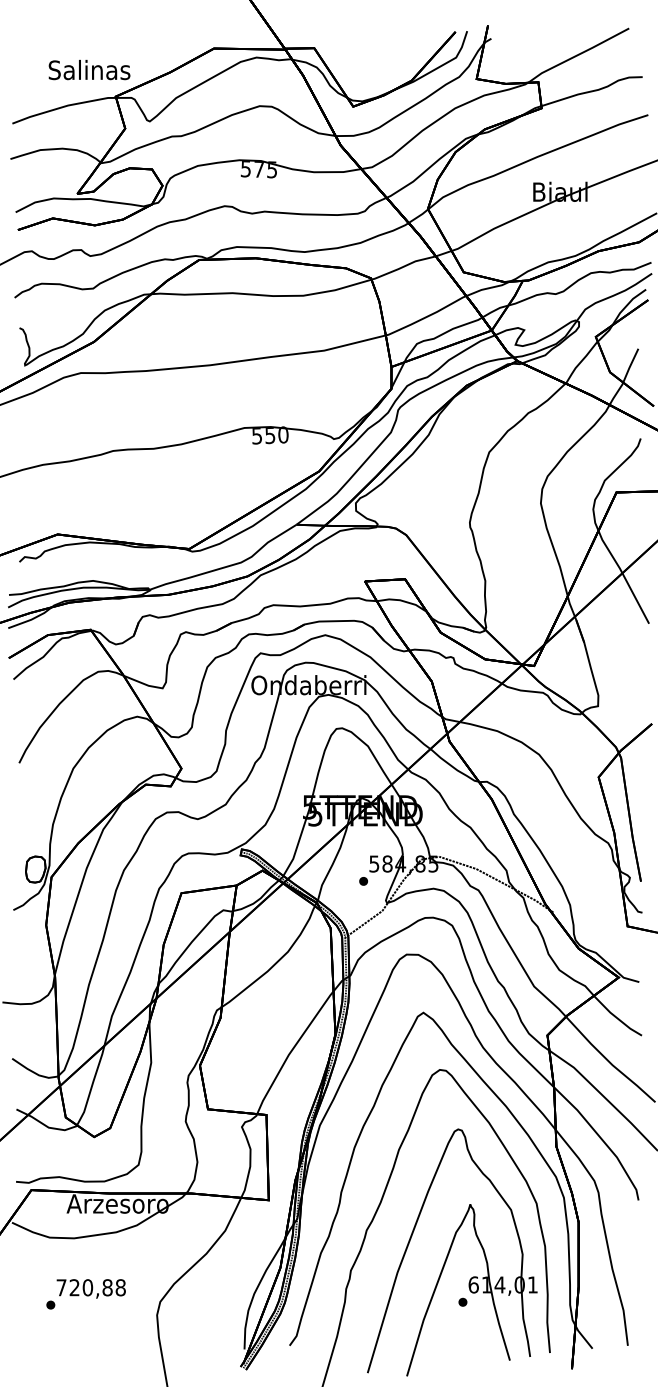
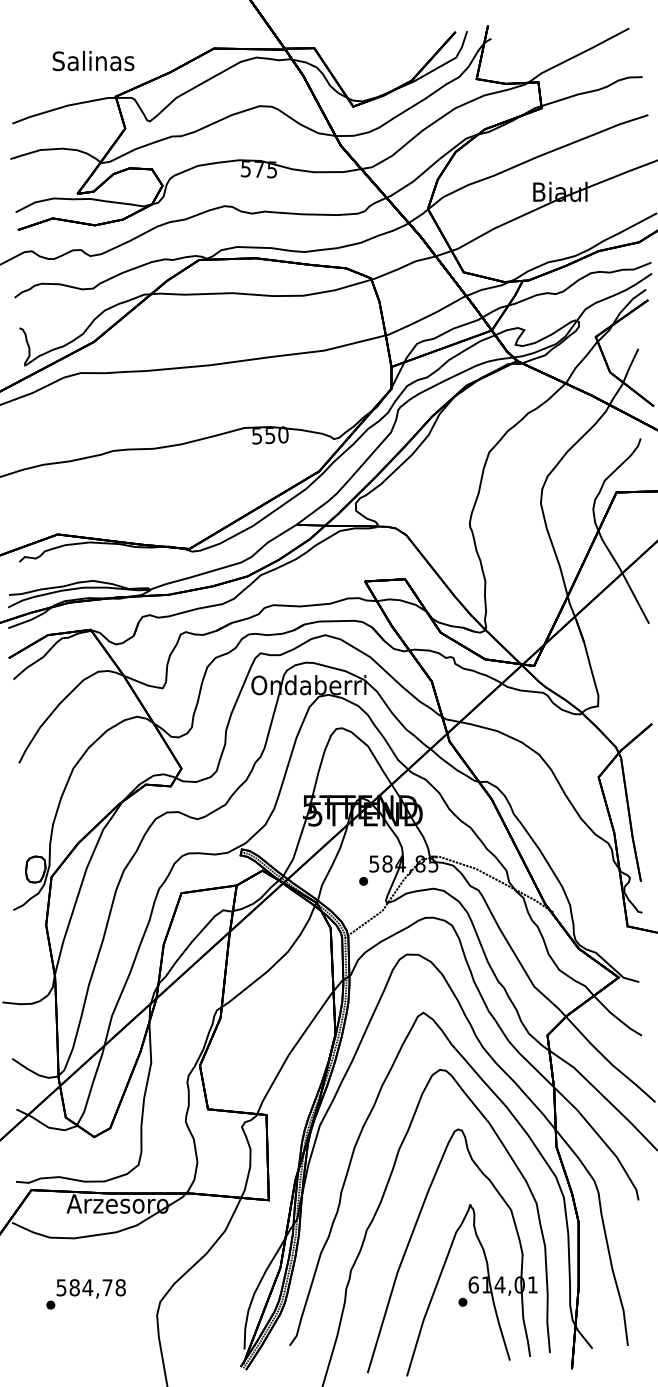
text at (89, 70) position: (89, 70) -> (93, 61)
text at (84, 1287): 720,88 -> 584,78
